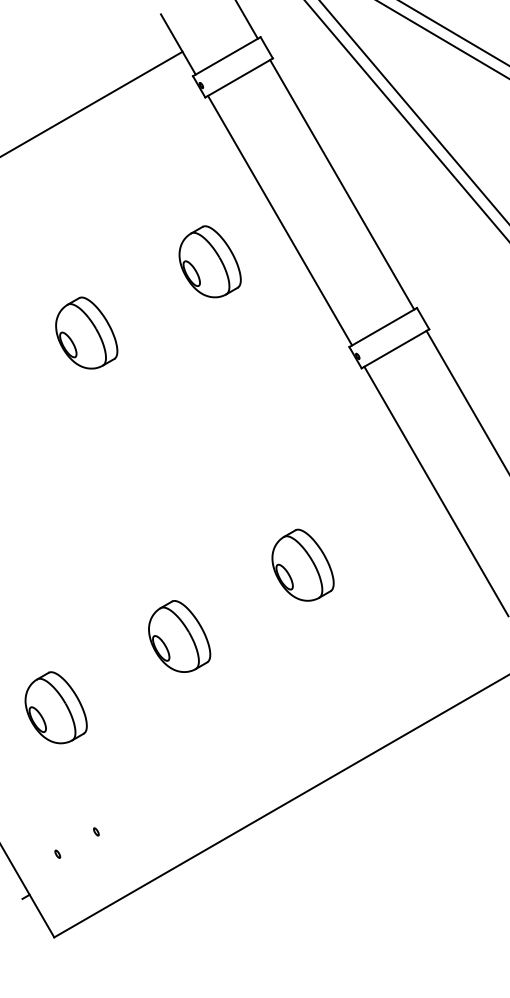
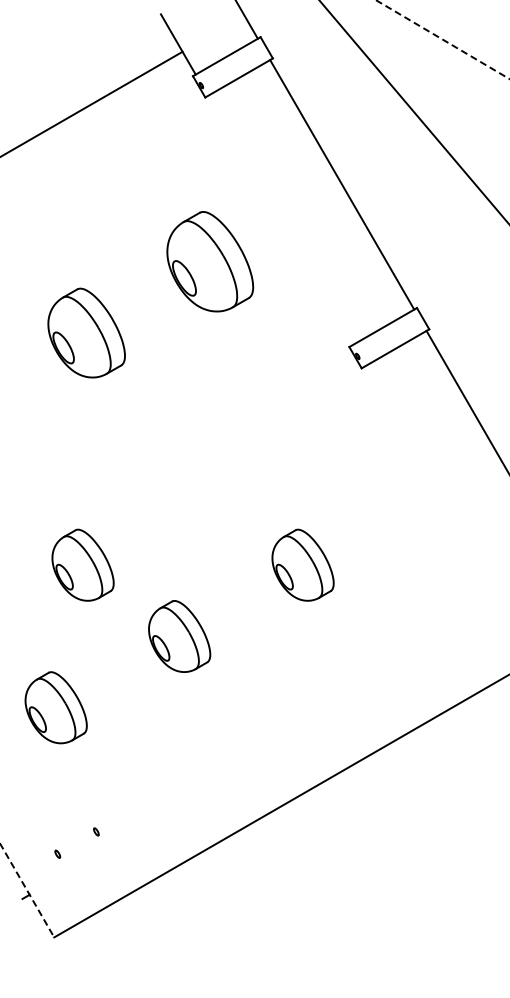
line at (453, 33): present -> none
line at (442, 39): solid -> dashed
line at (406, 120): present -> none
line at (280, 220): present -> none
part at (209, 261) size: 64x74 px -> 89x102 px
part at (86, 332) size: 64x74 px -> 79x92 px
line at (435, 489): present -> none
part at (82, 564): none -> present
line at (27, 890): solid -> dashed
